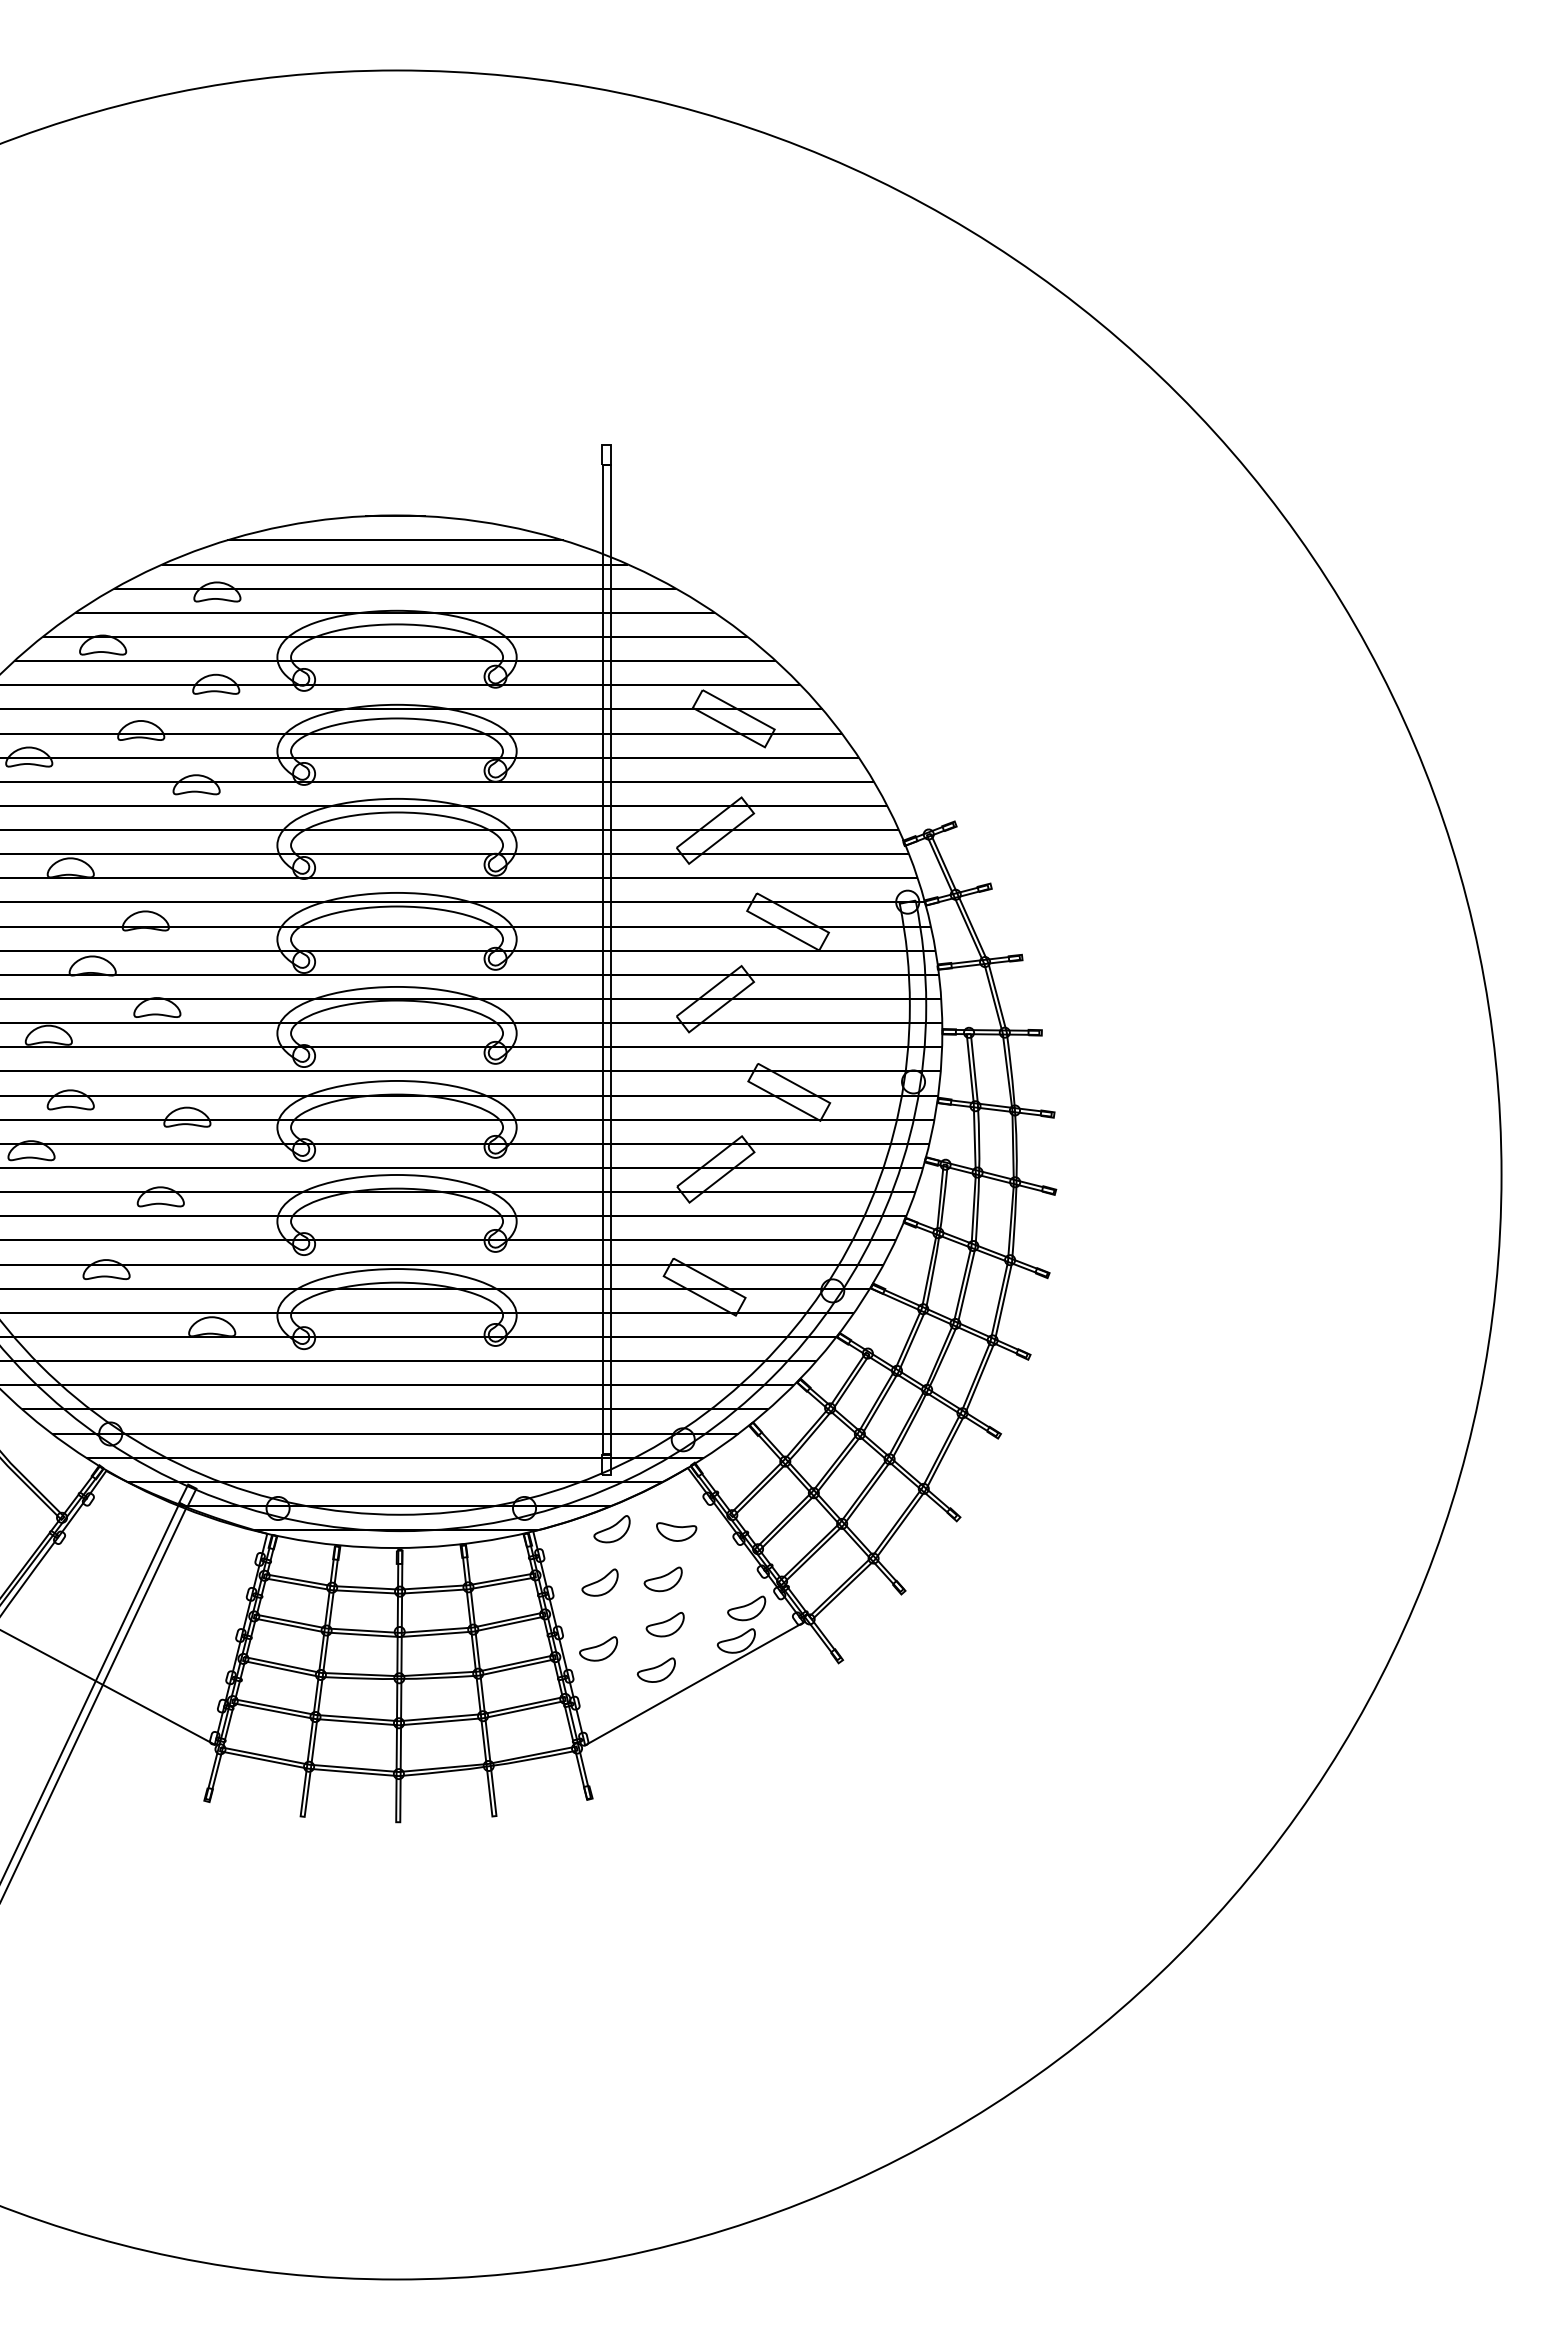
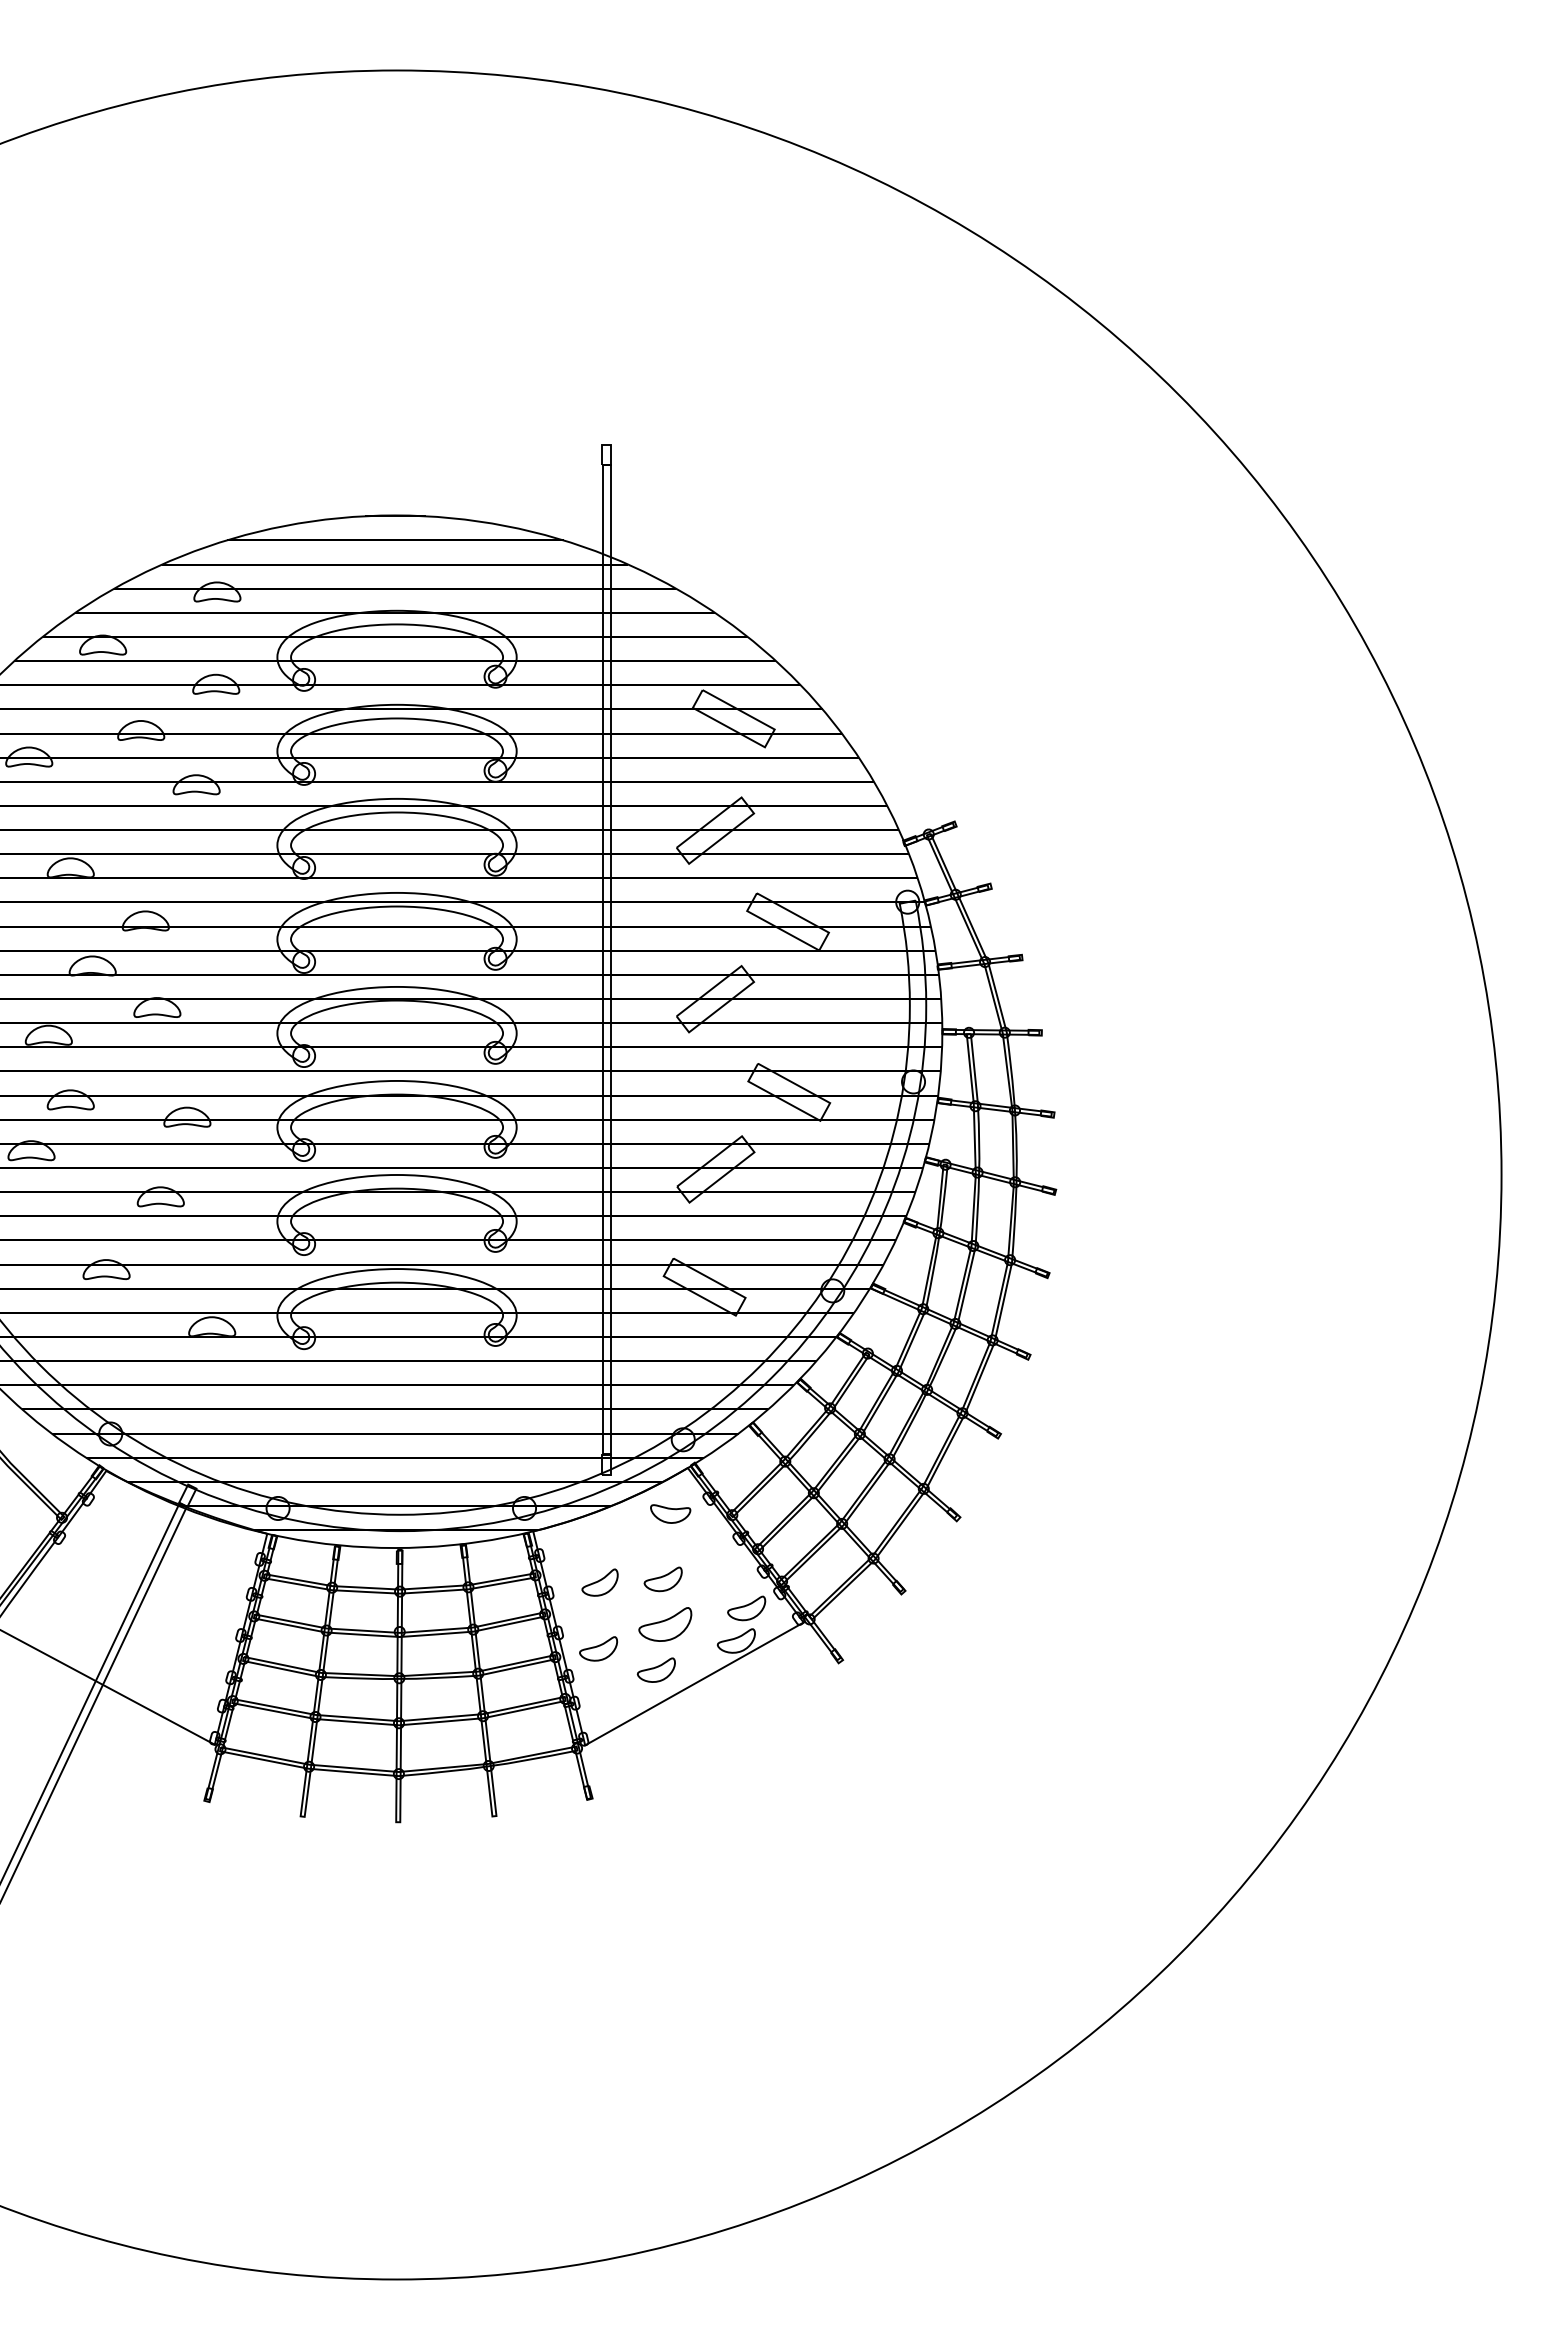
part at (611, 1529): present -> none
part at (676, 1531) position: (676, 1531) -> (670, 1513)
part at (664, 1624) size: 40x26 px -> 55x35 px
